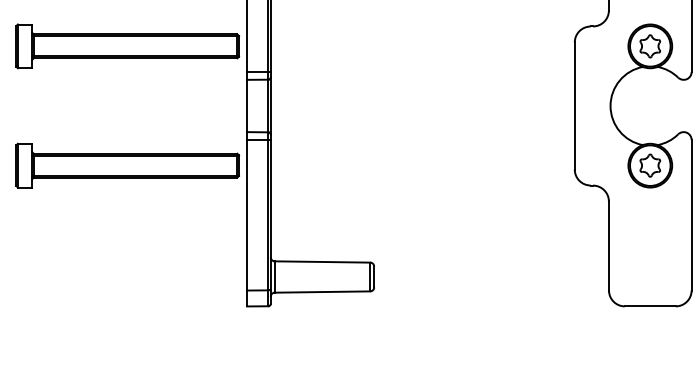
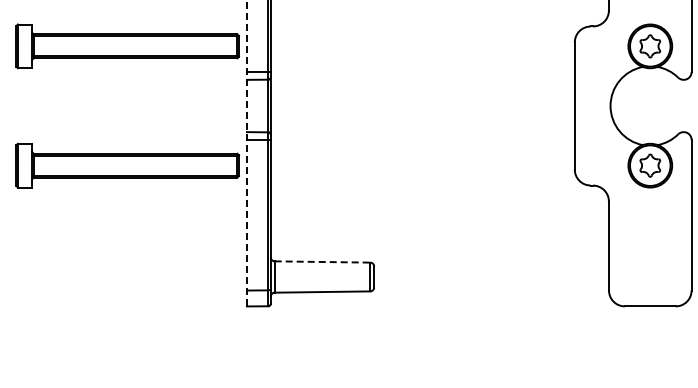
line at (246, 153): solid -> dashed
line at (322, 261): solid -> dashed
